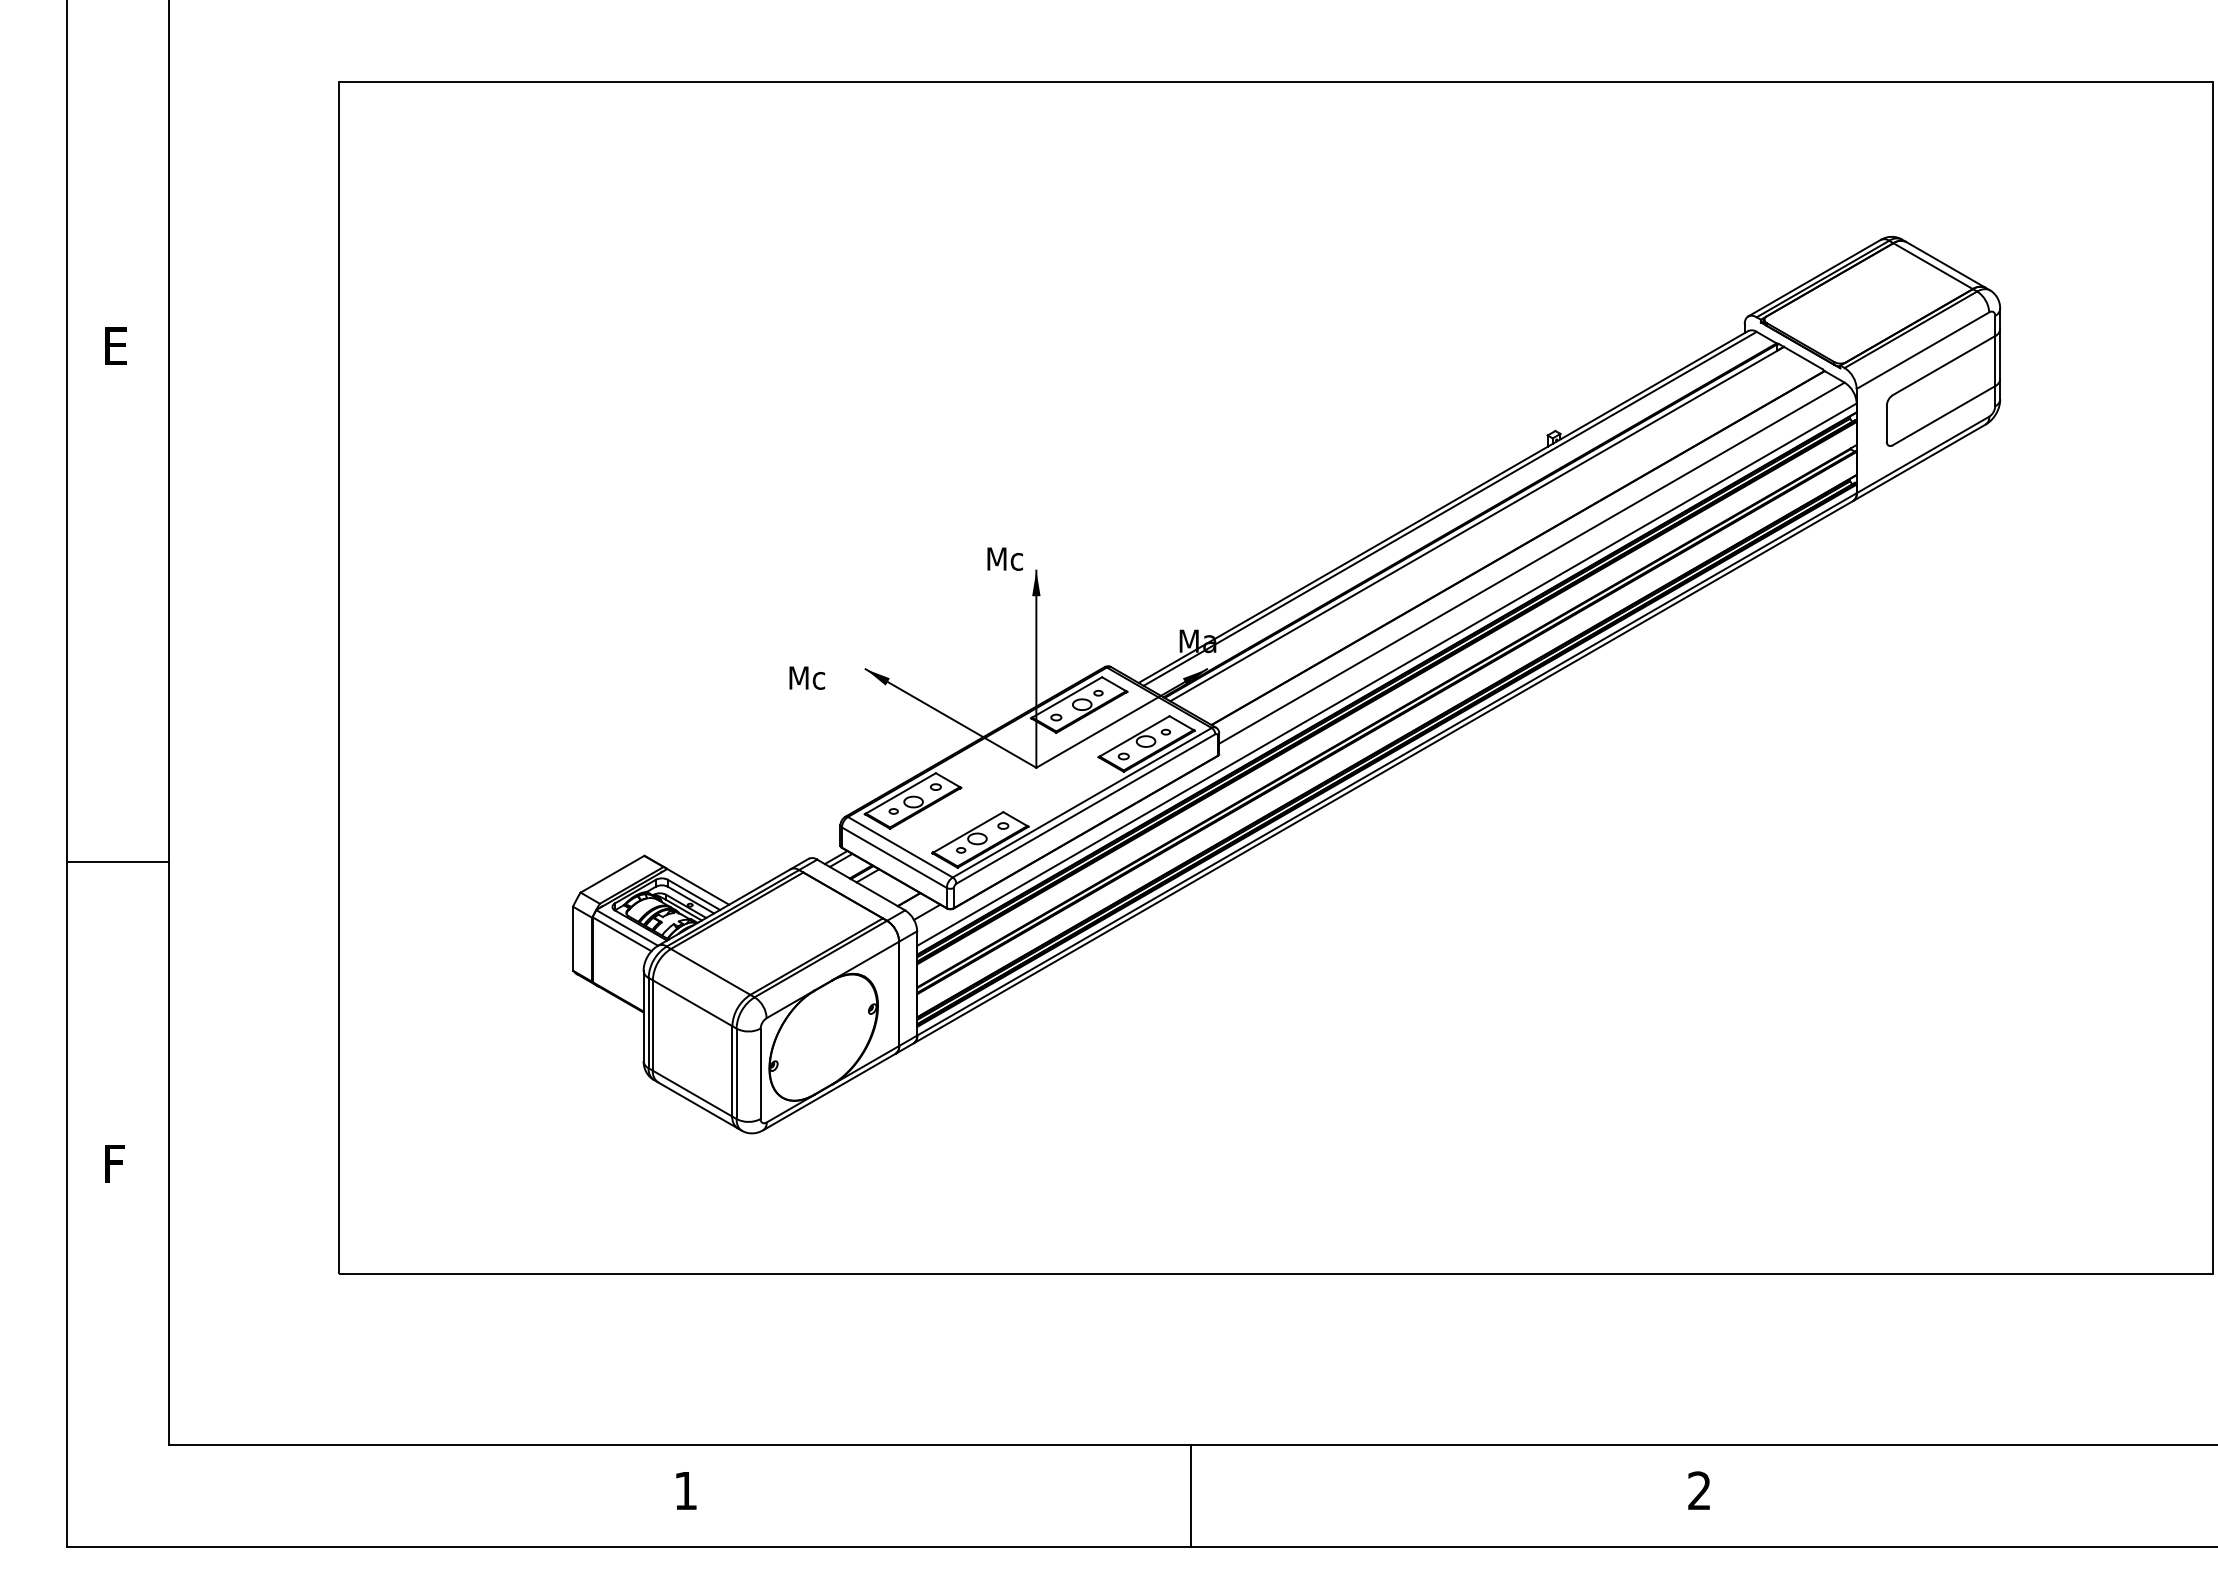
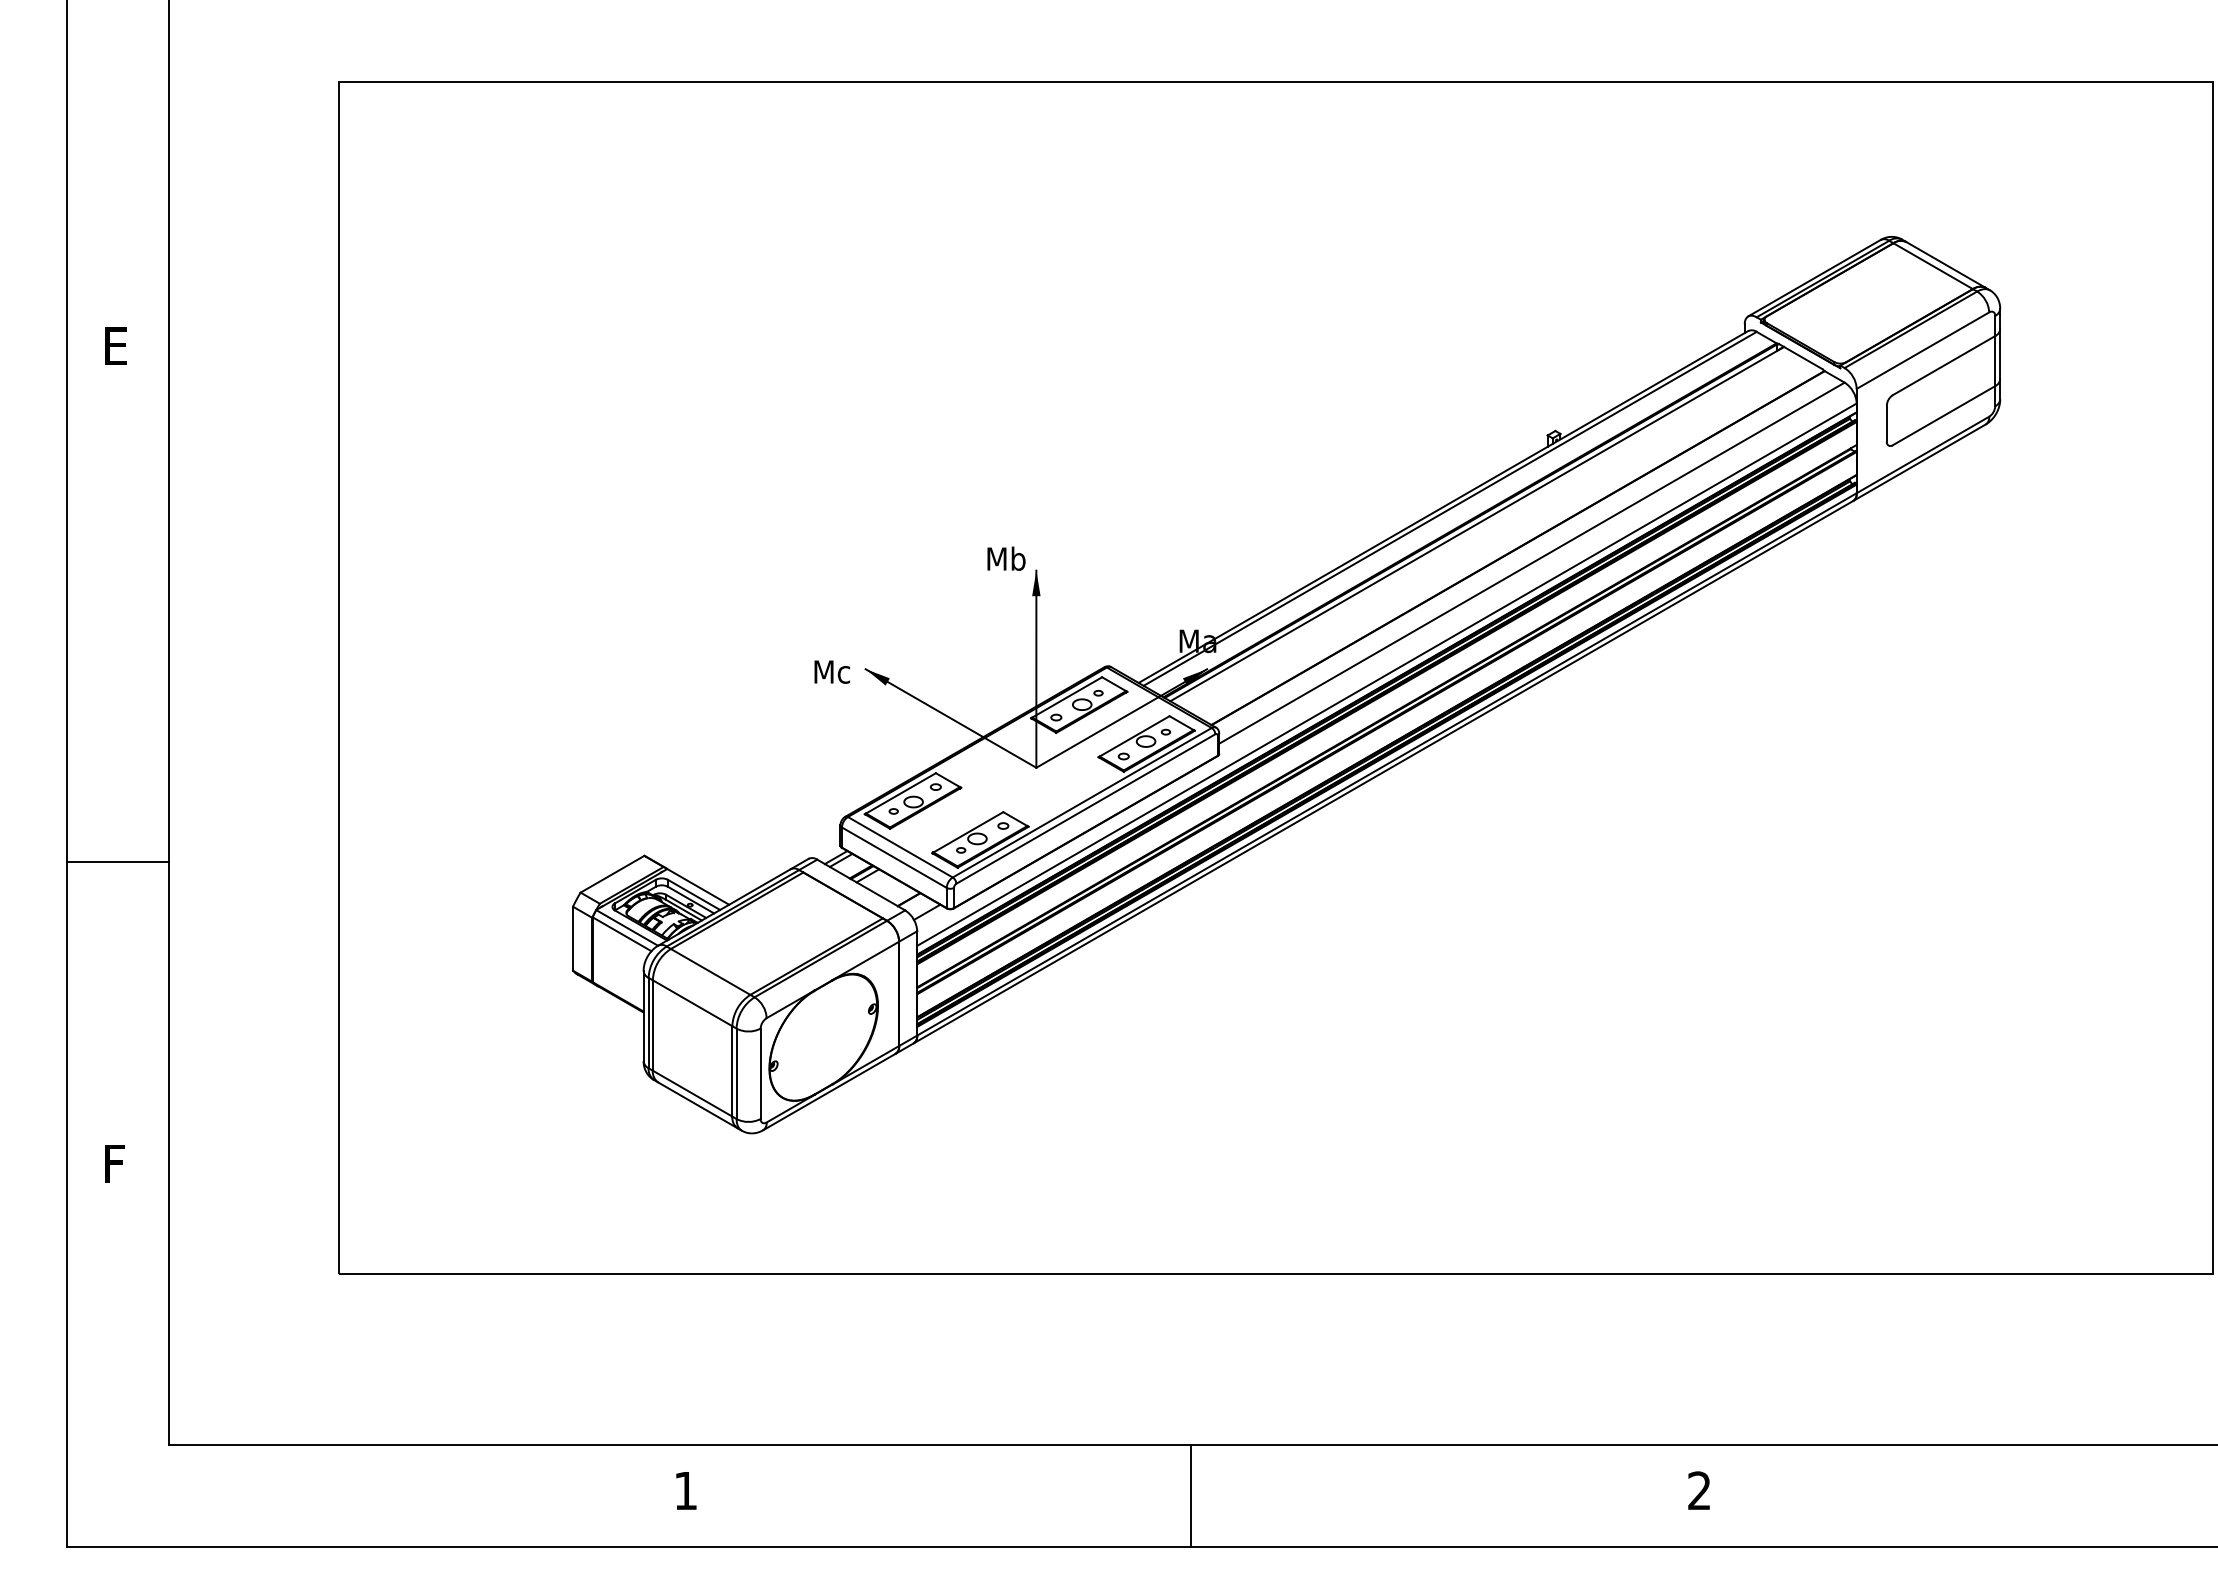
text at (1017, 558): Mc -> Mb
text at (807, 677) position: (807, 677) -> (832, 671)
